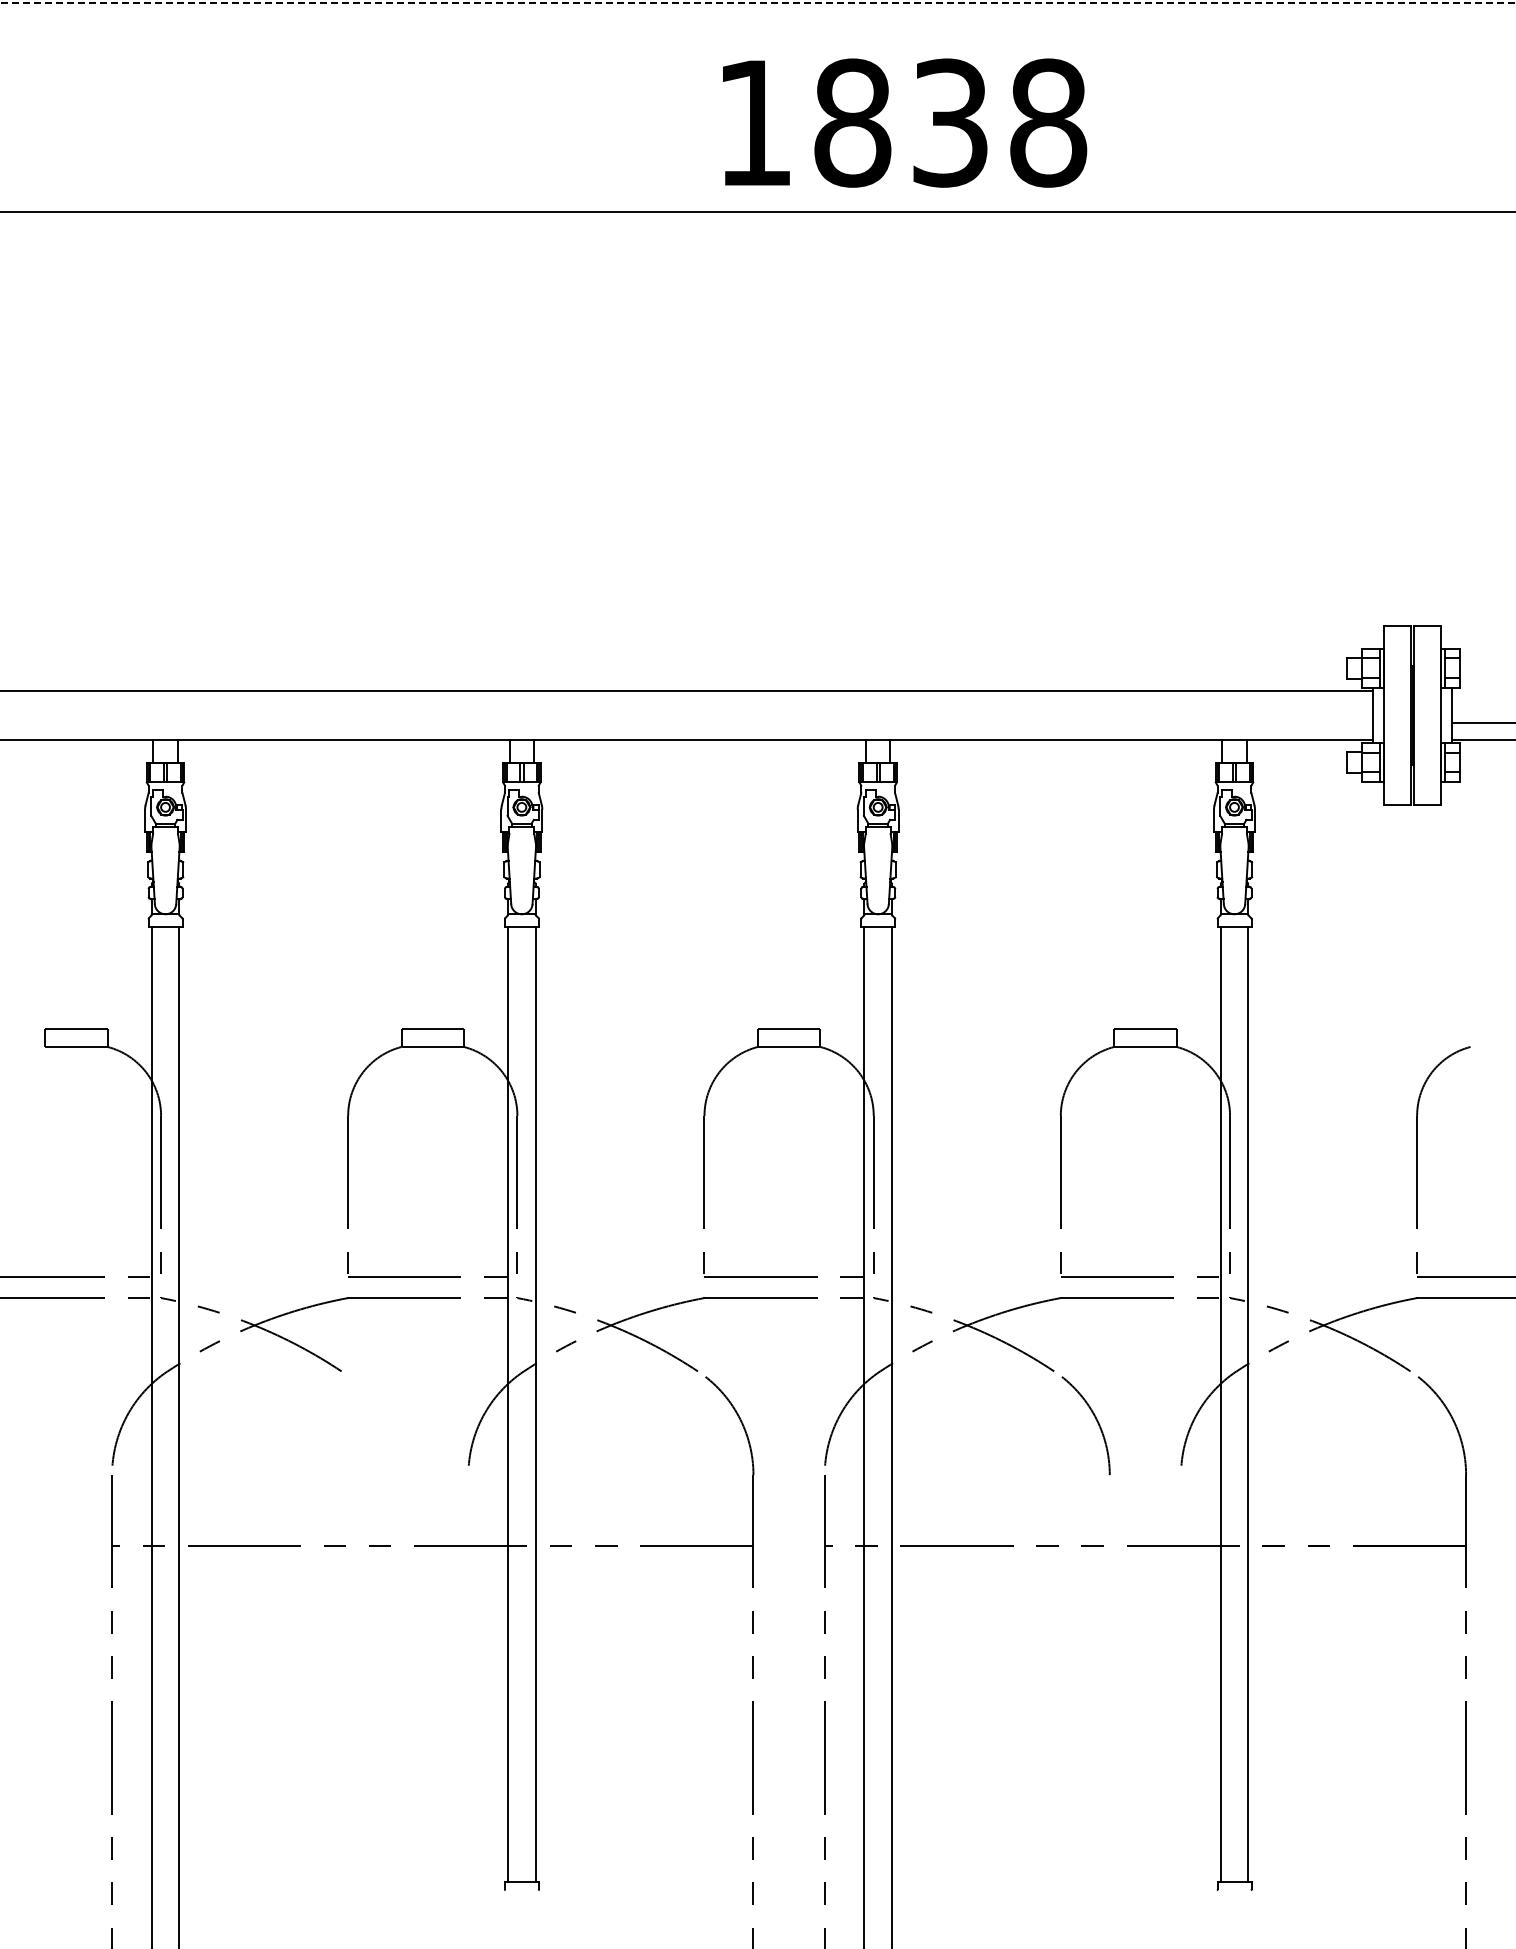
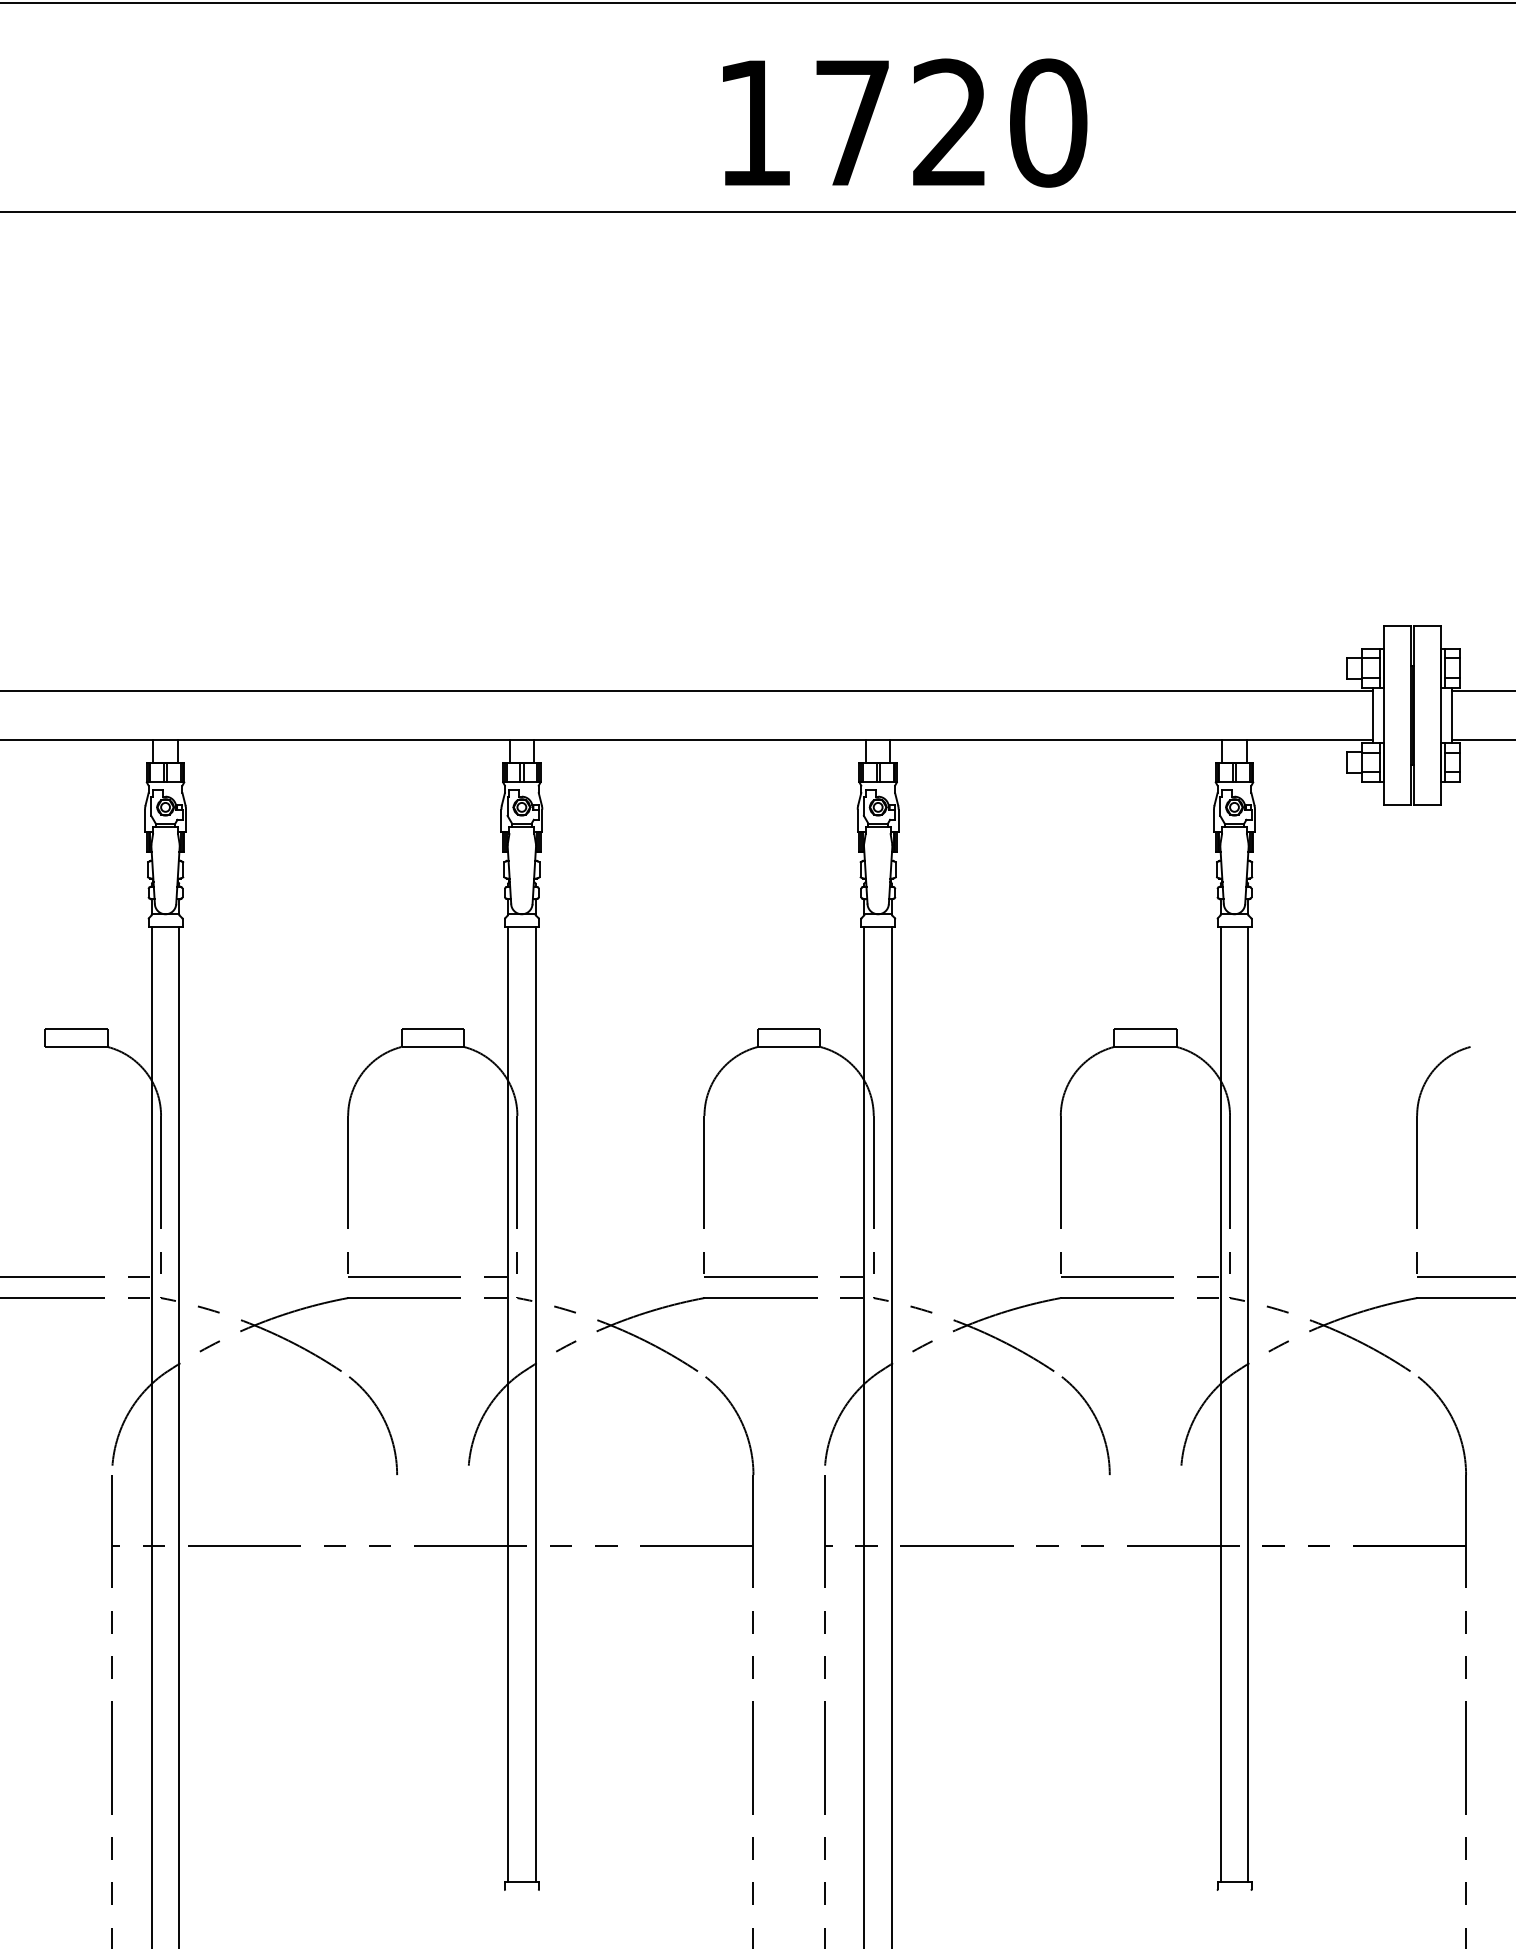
line at (758, 2): dashed -> solid
text at (950, 122): 1838 -> 1720
line at (1481, 723) position: (1481, 723) -> (1481, 691)
arc at (383, 1420): none -> present
